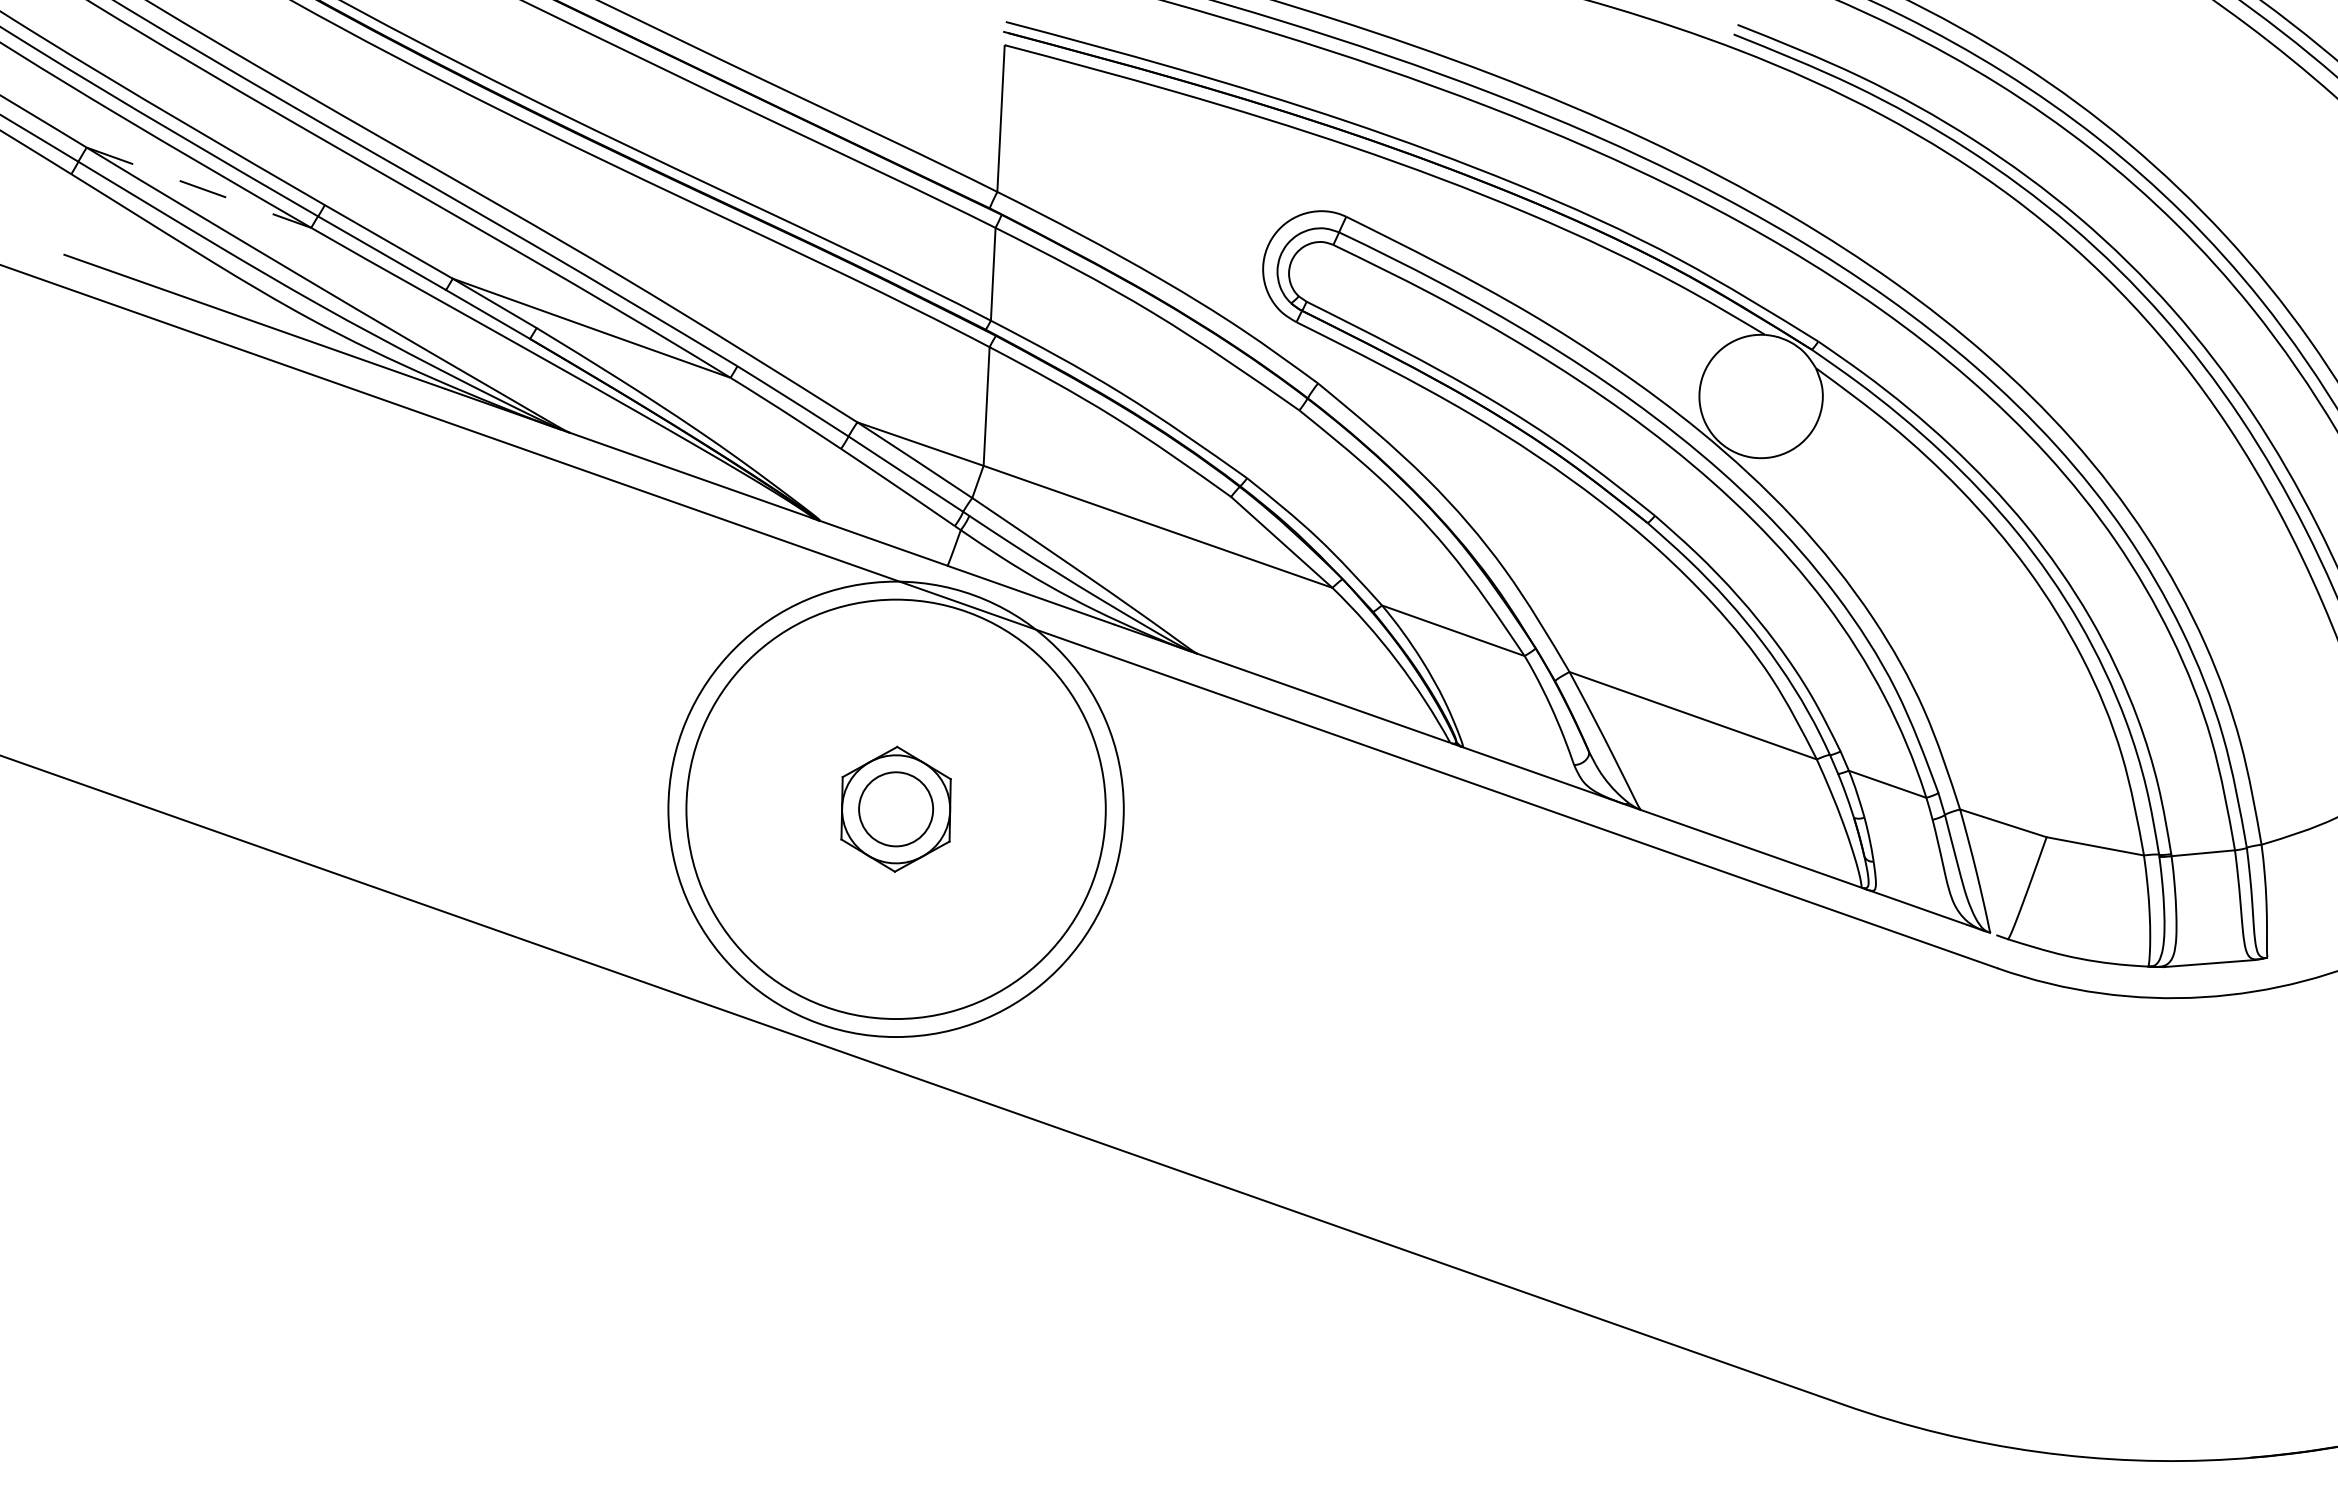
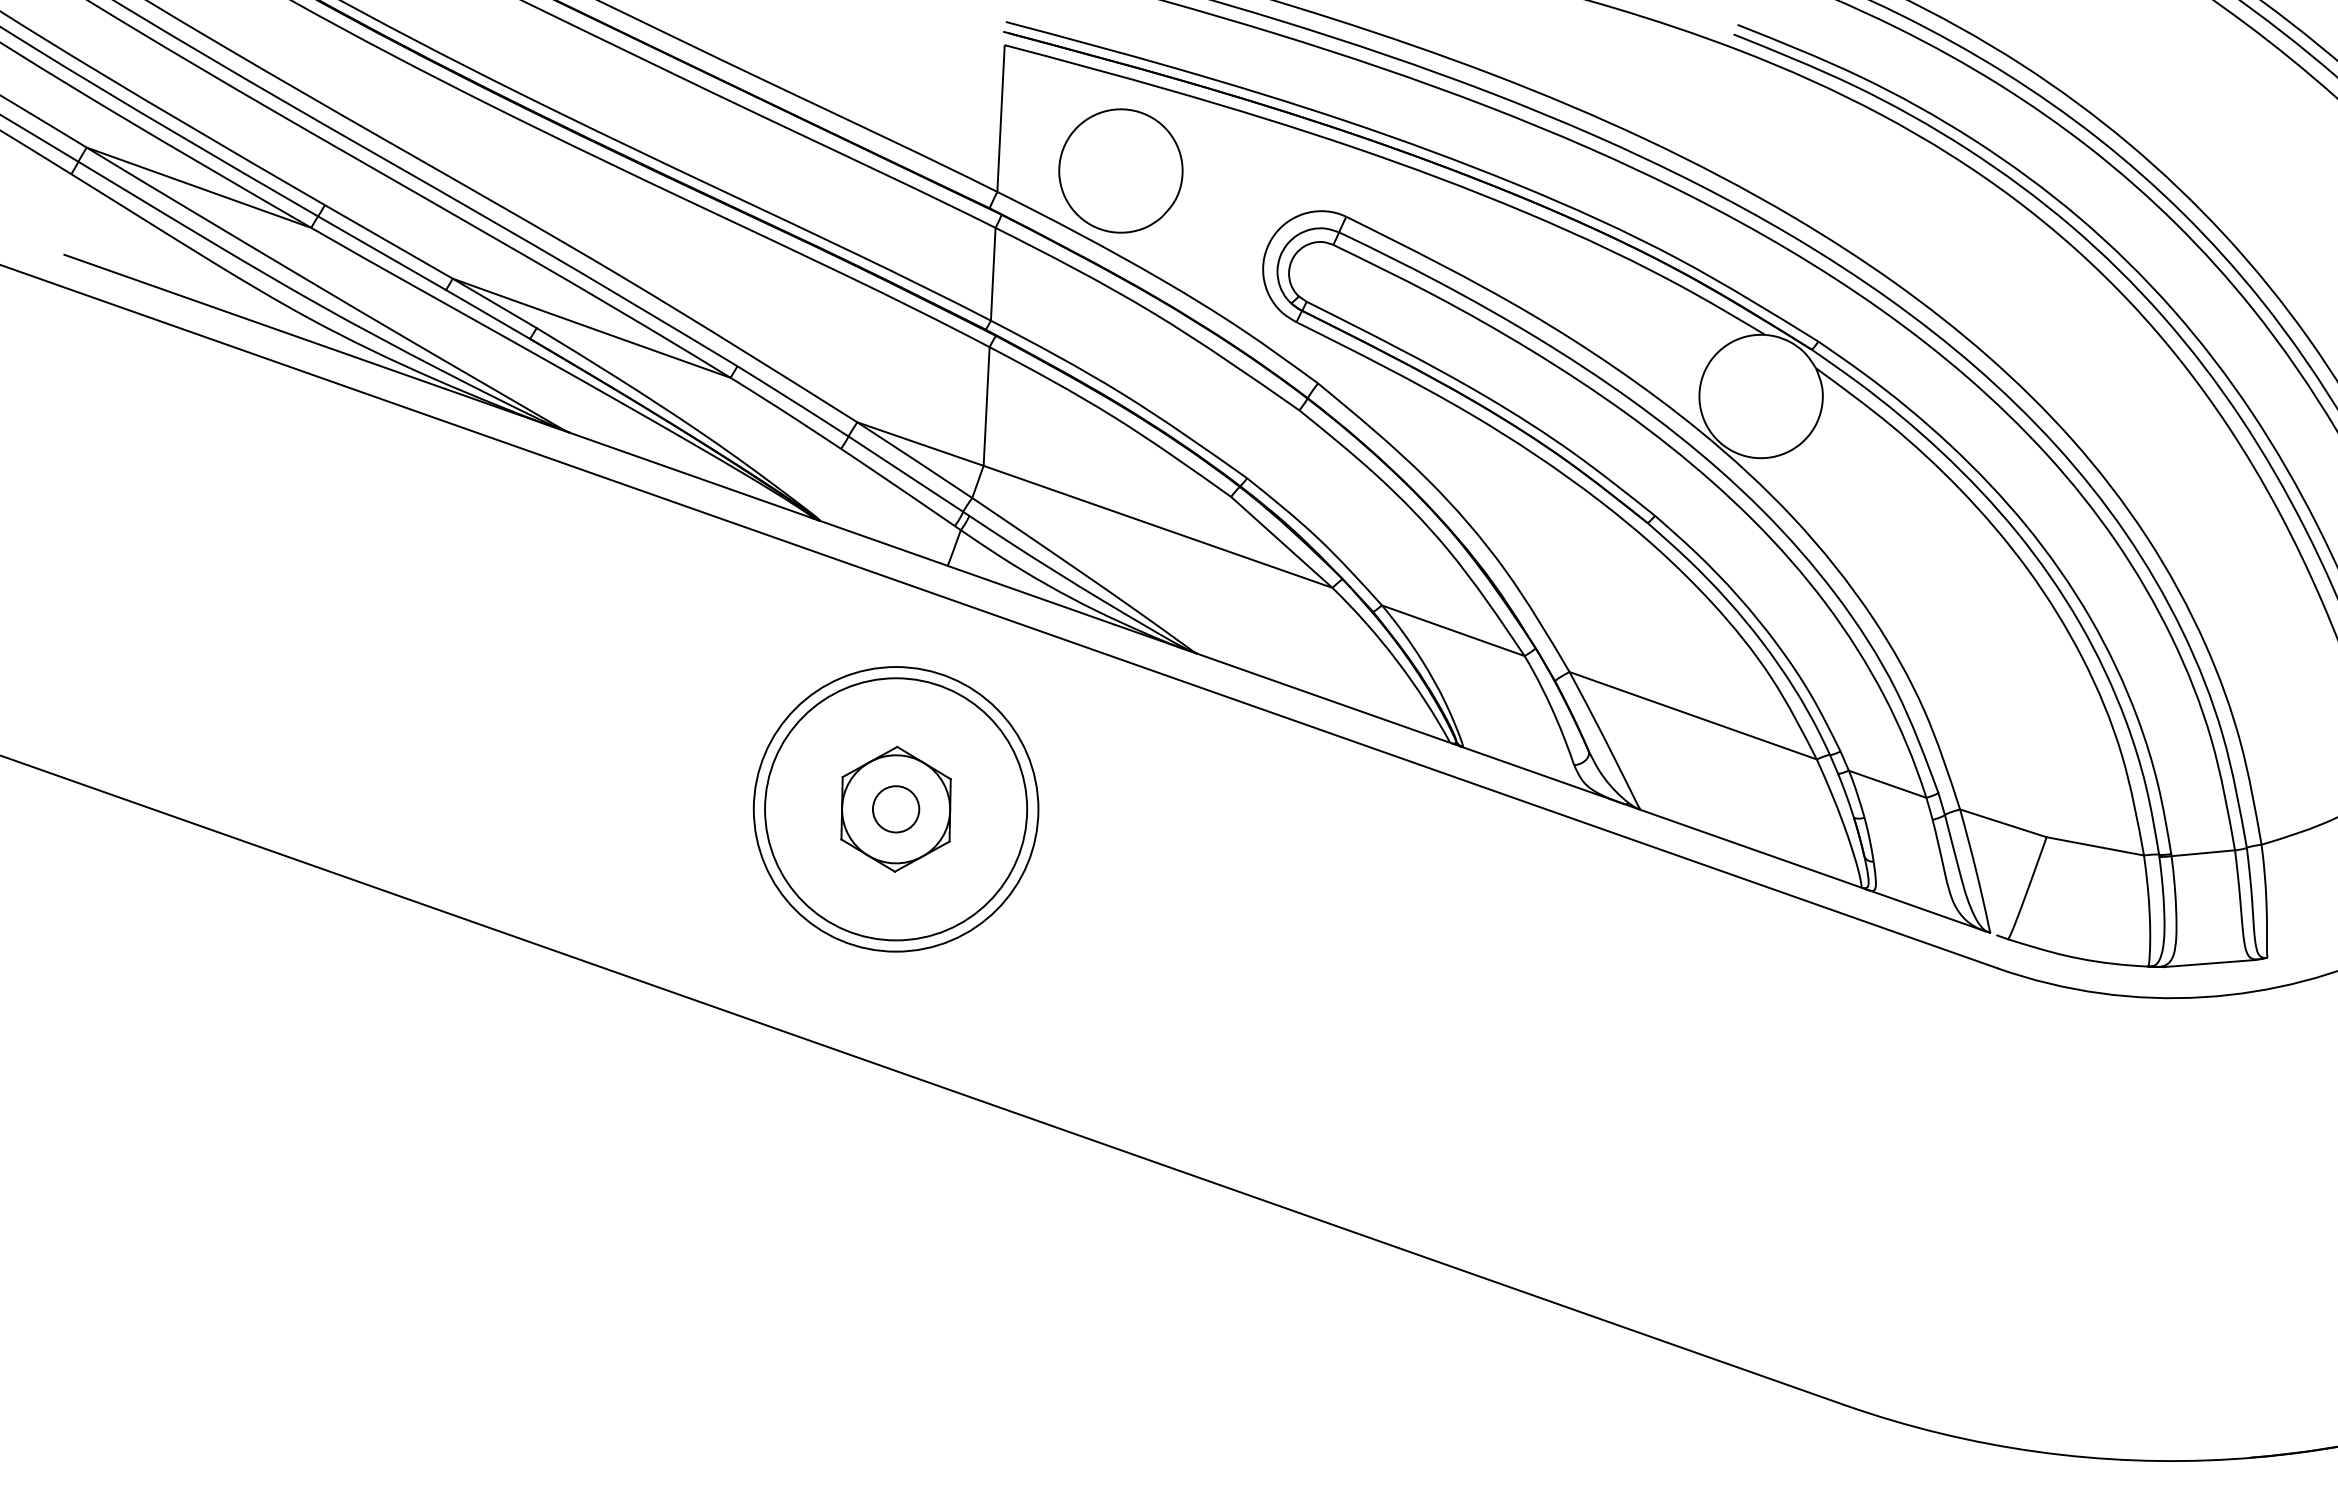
part at (1120, 170): none -> present
line at (199, 187): dashed -> solid
circle at (895, 809) diameter: 419 px -> 262 px
circle at (895, 809) diameter: 455 px -> 285 px
circle at (896, 809) diameter: 74 px -> 46 px
